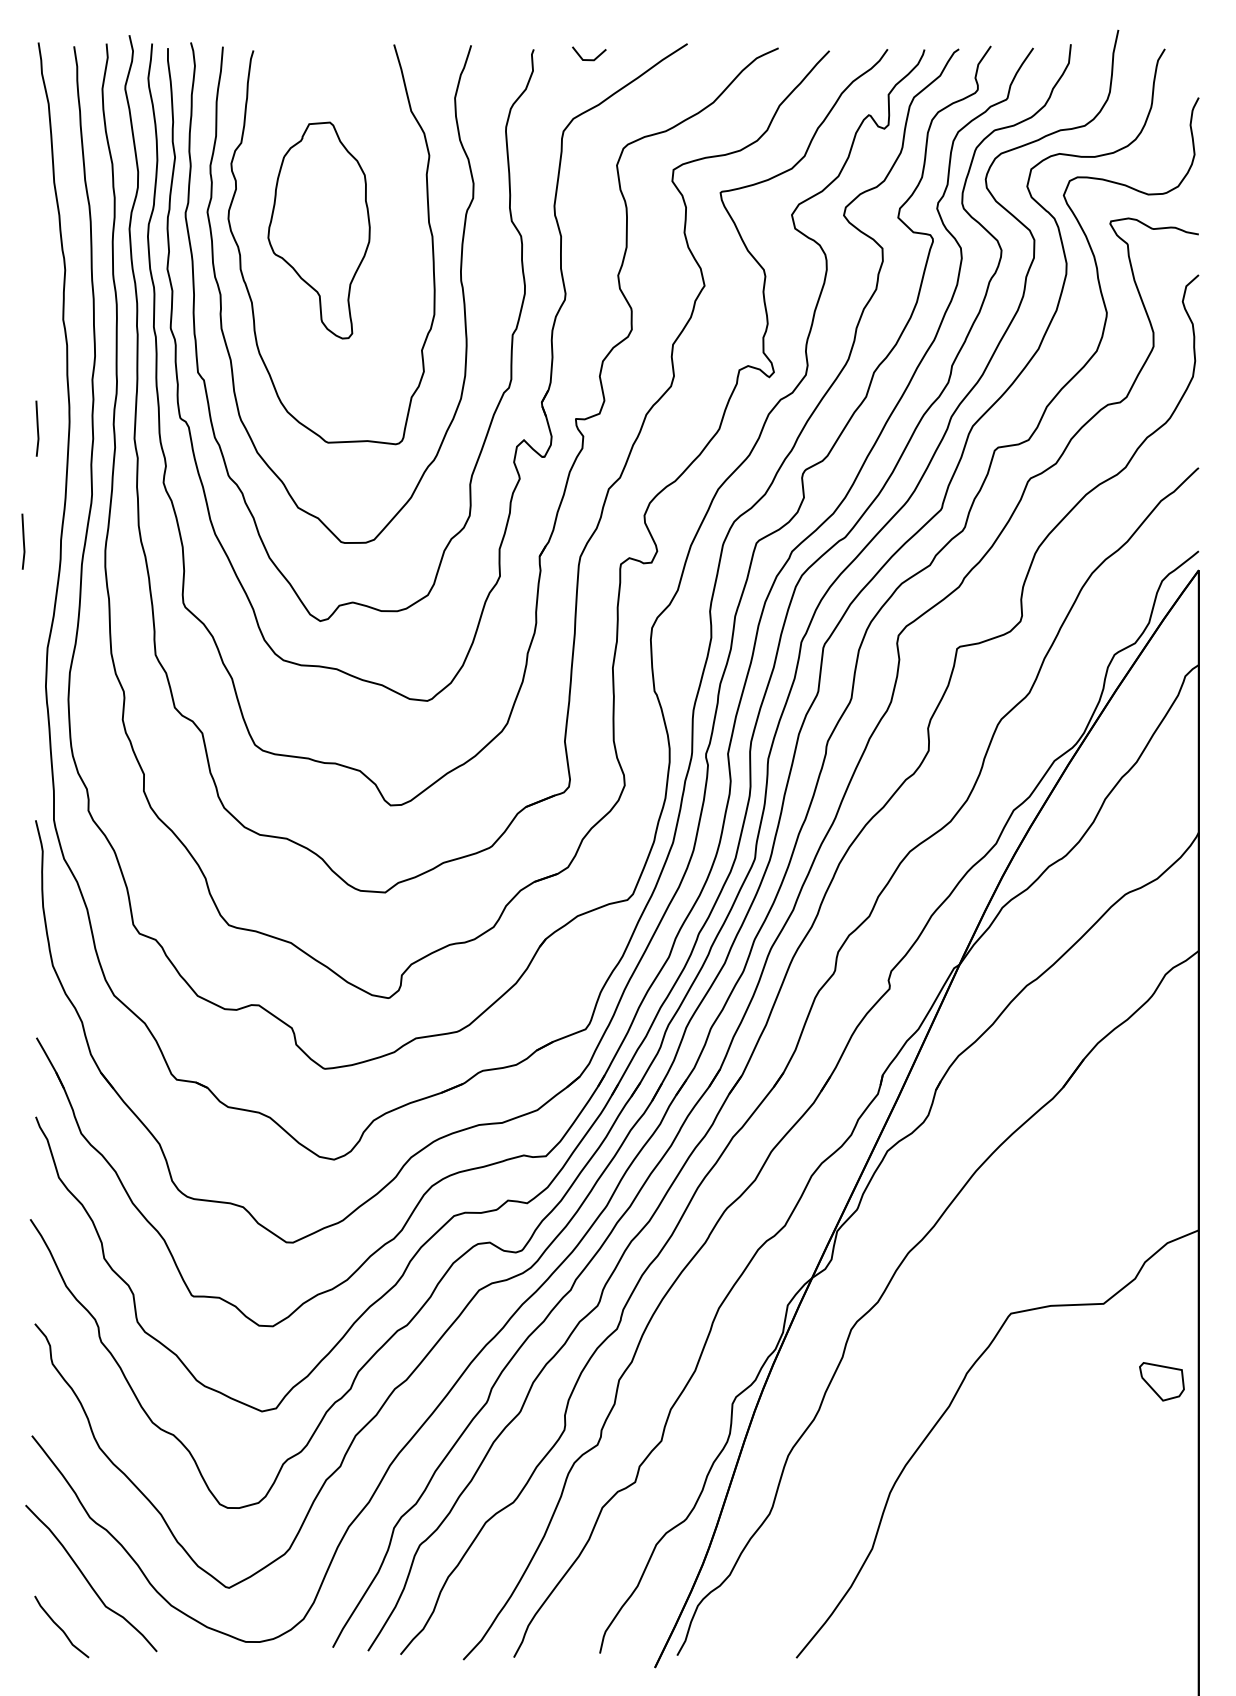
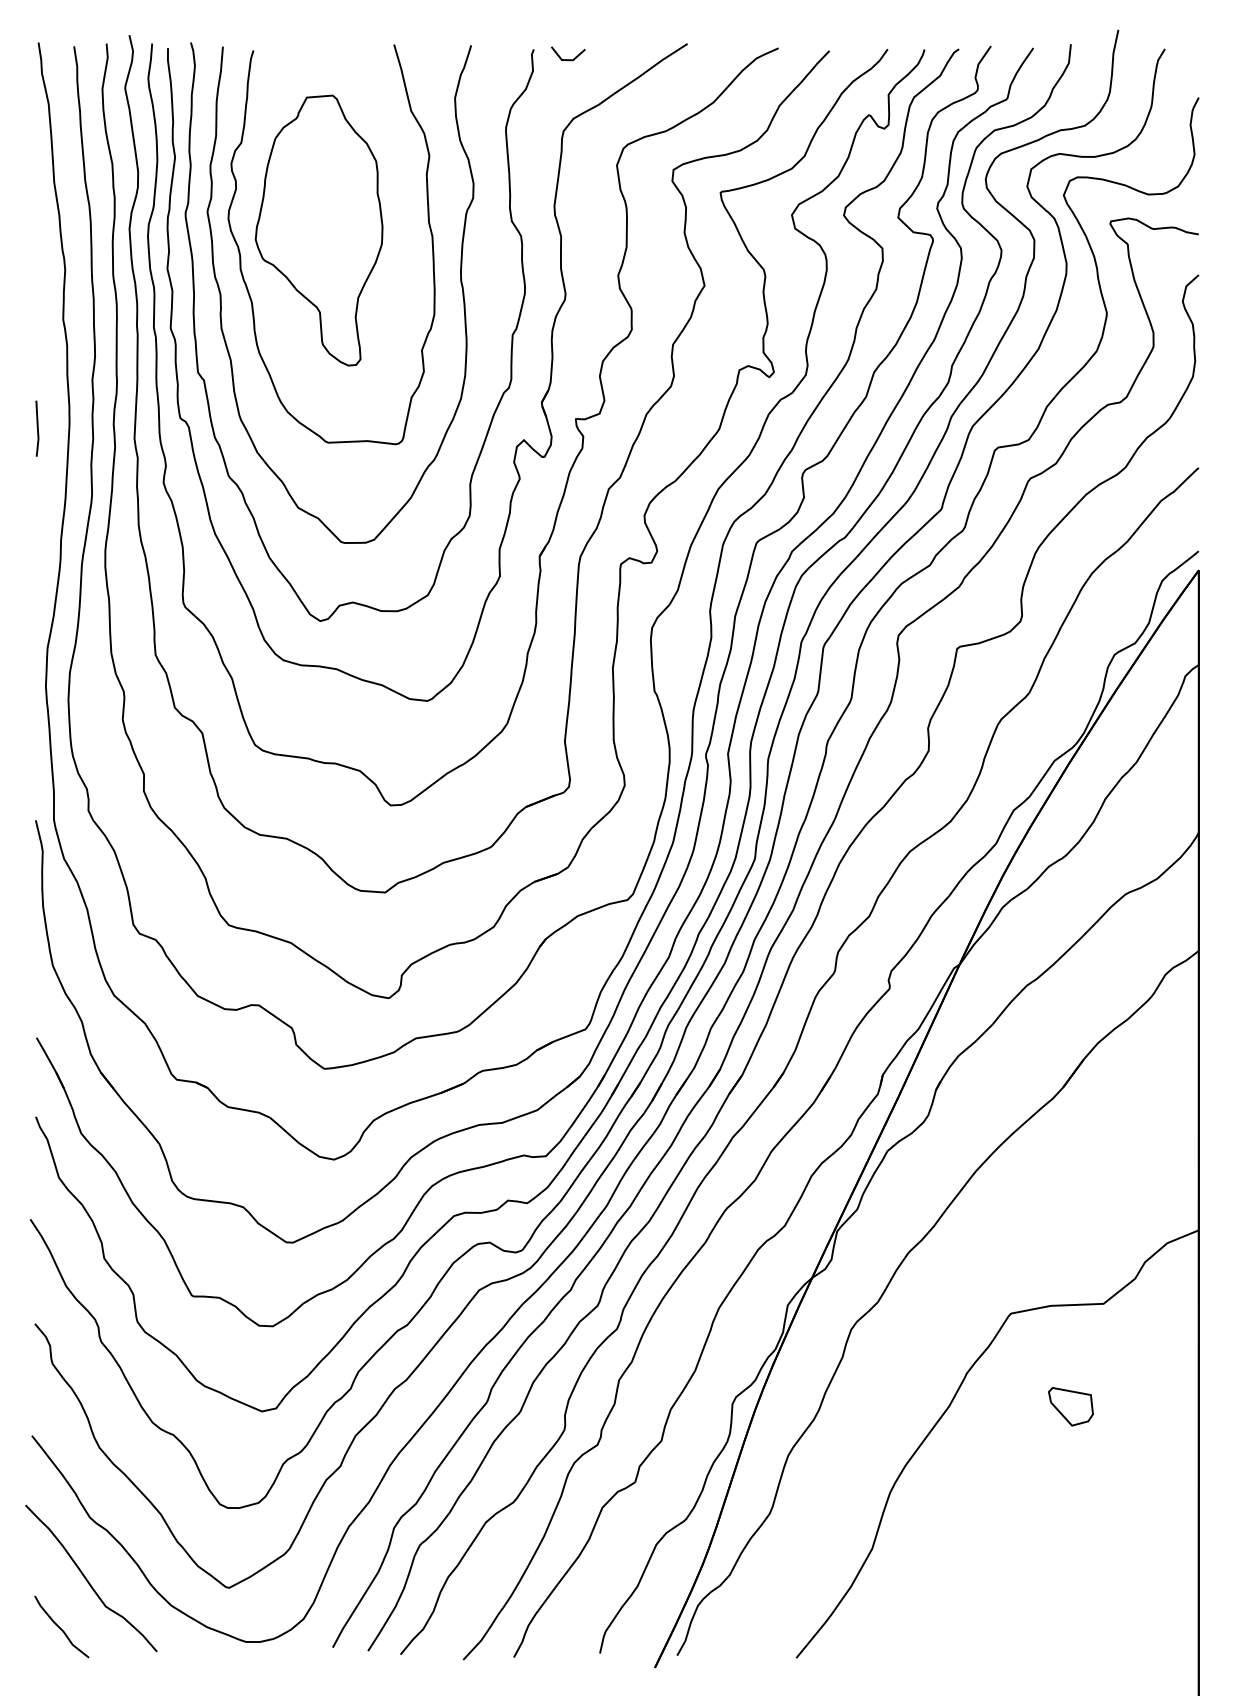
line at (589, 59) position: (589, 59) -> (568, 59)
part at (318, 230) size: 104x219 px -> 130x273 px
line at (23, 541): present -> none
part at (1161, 1381) position: (1161, 1381) -> (1070, 1406)
